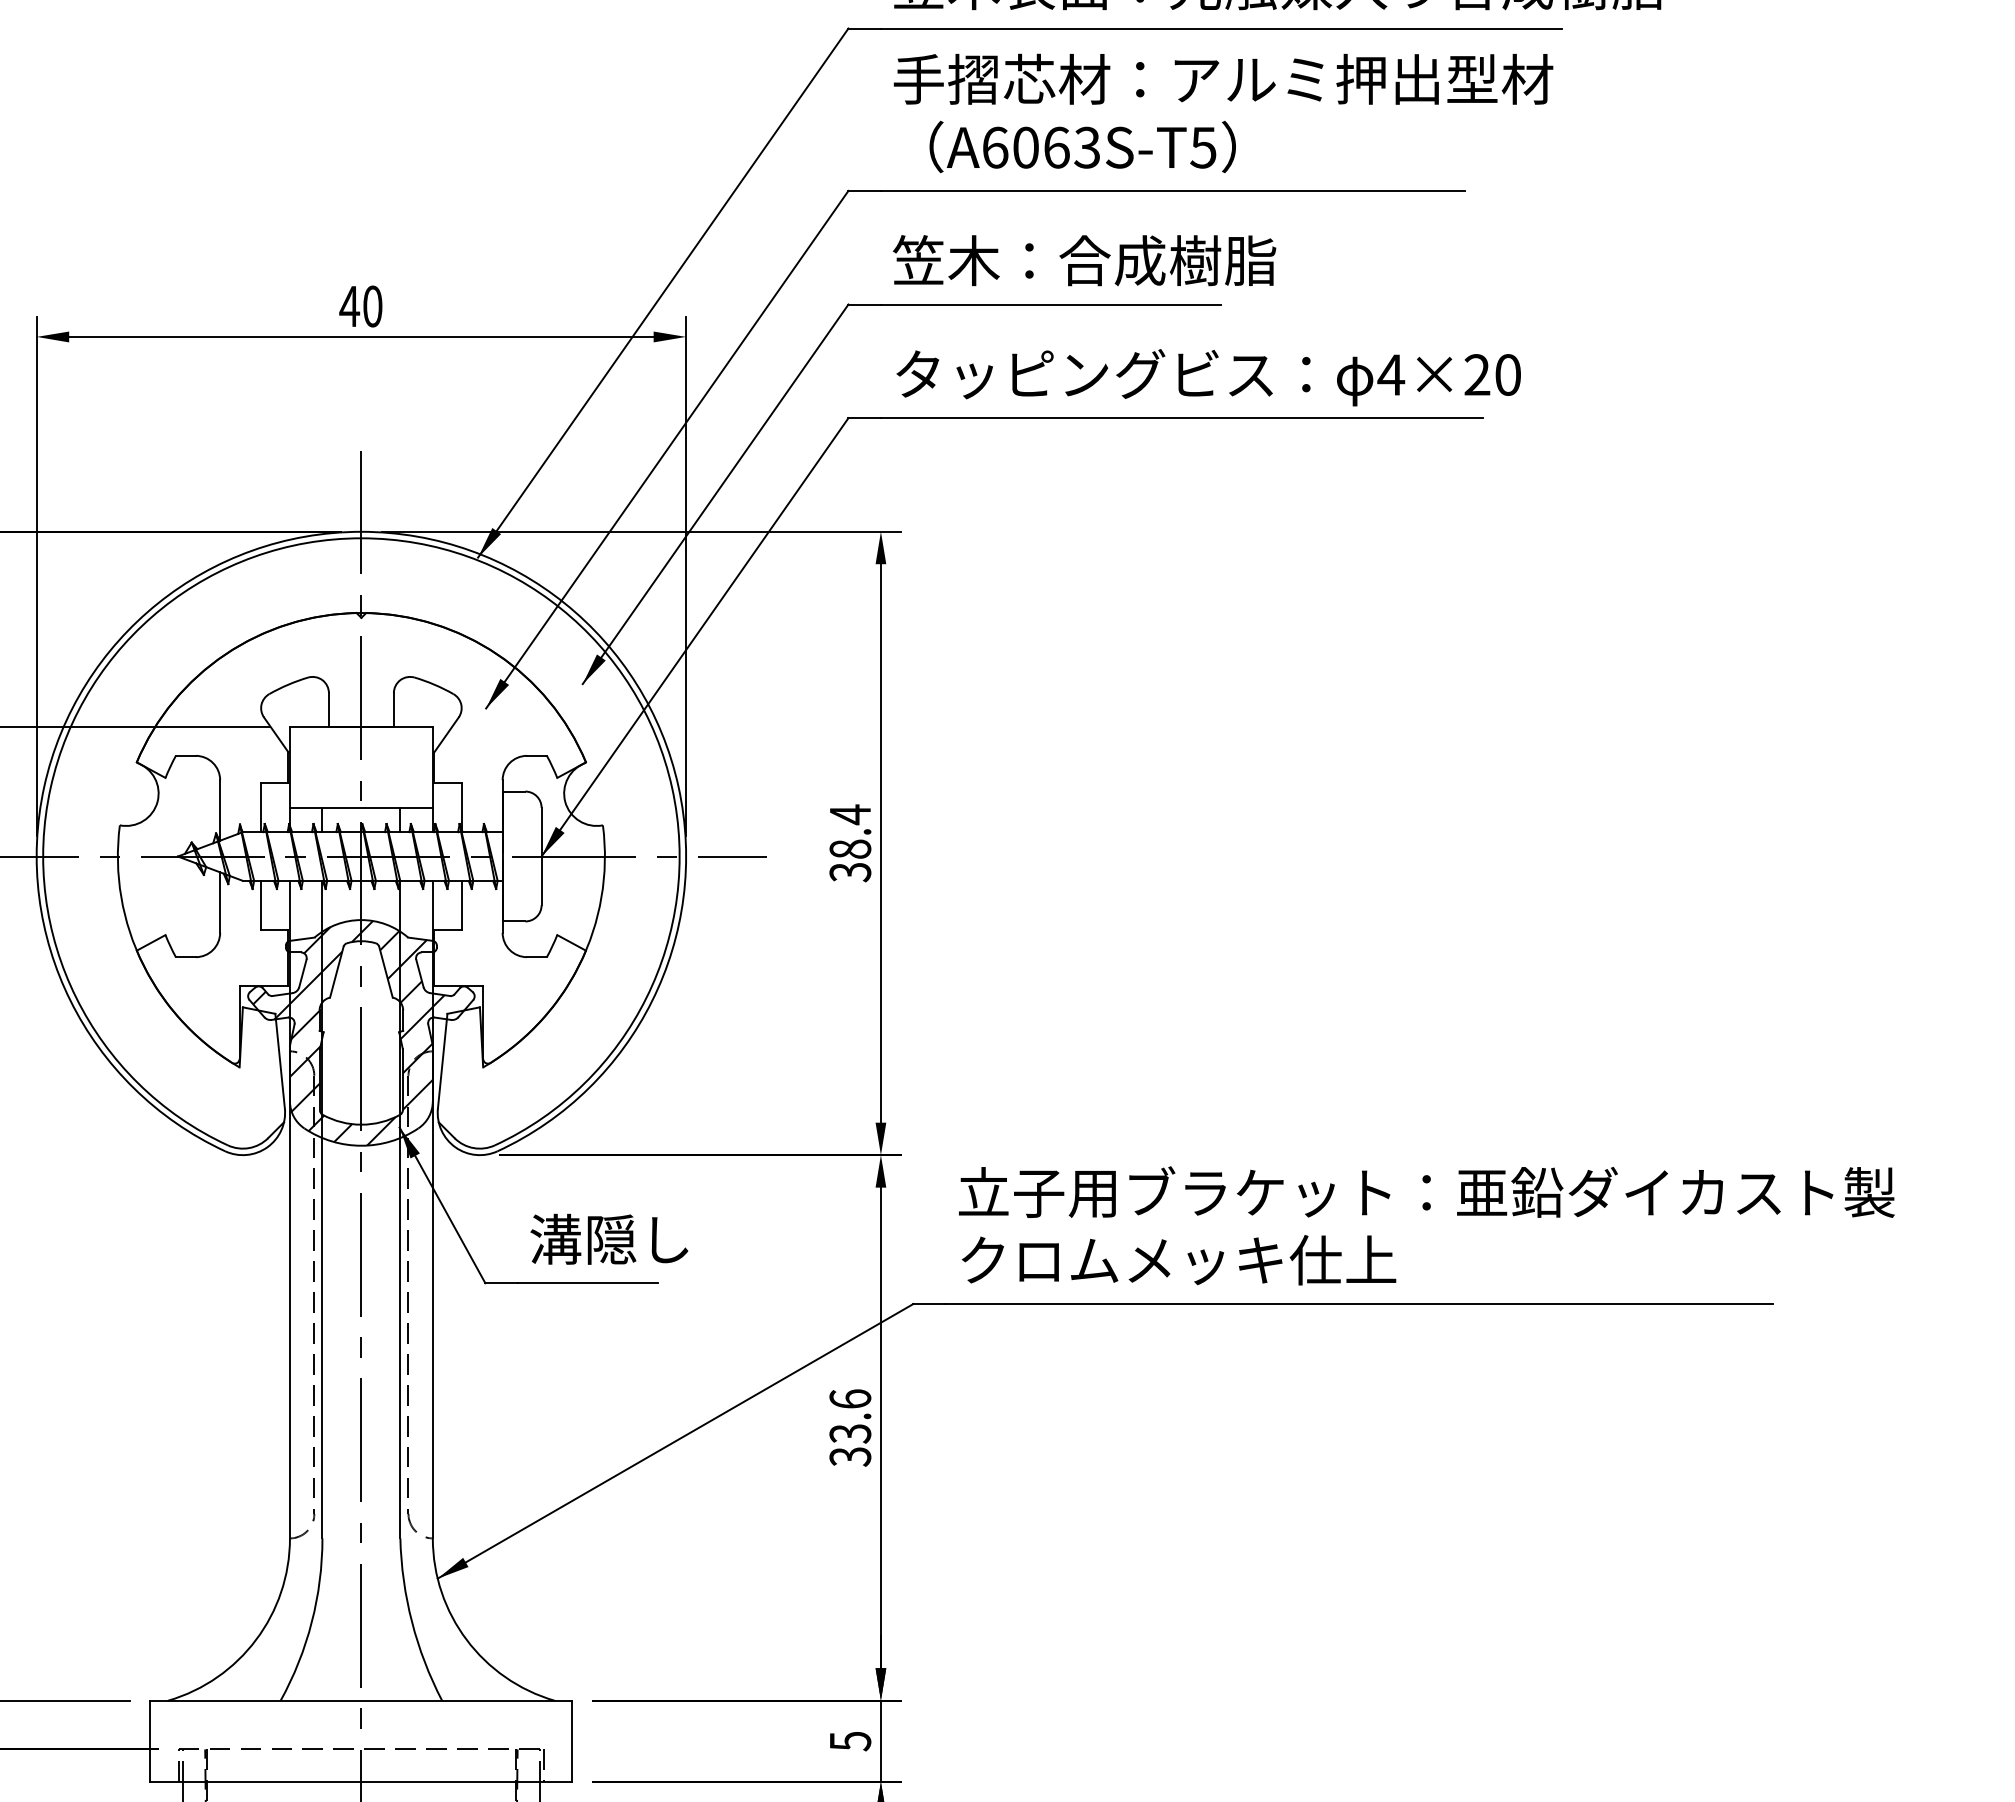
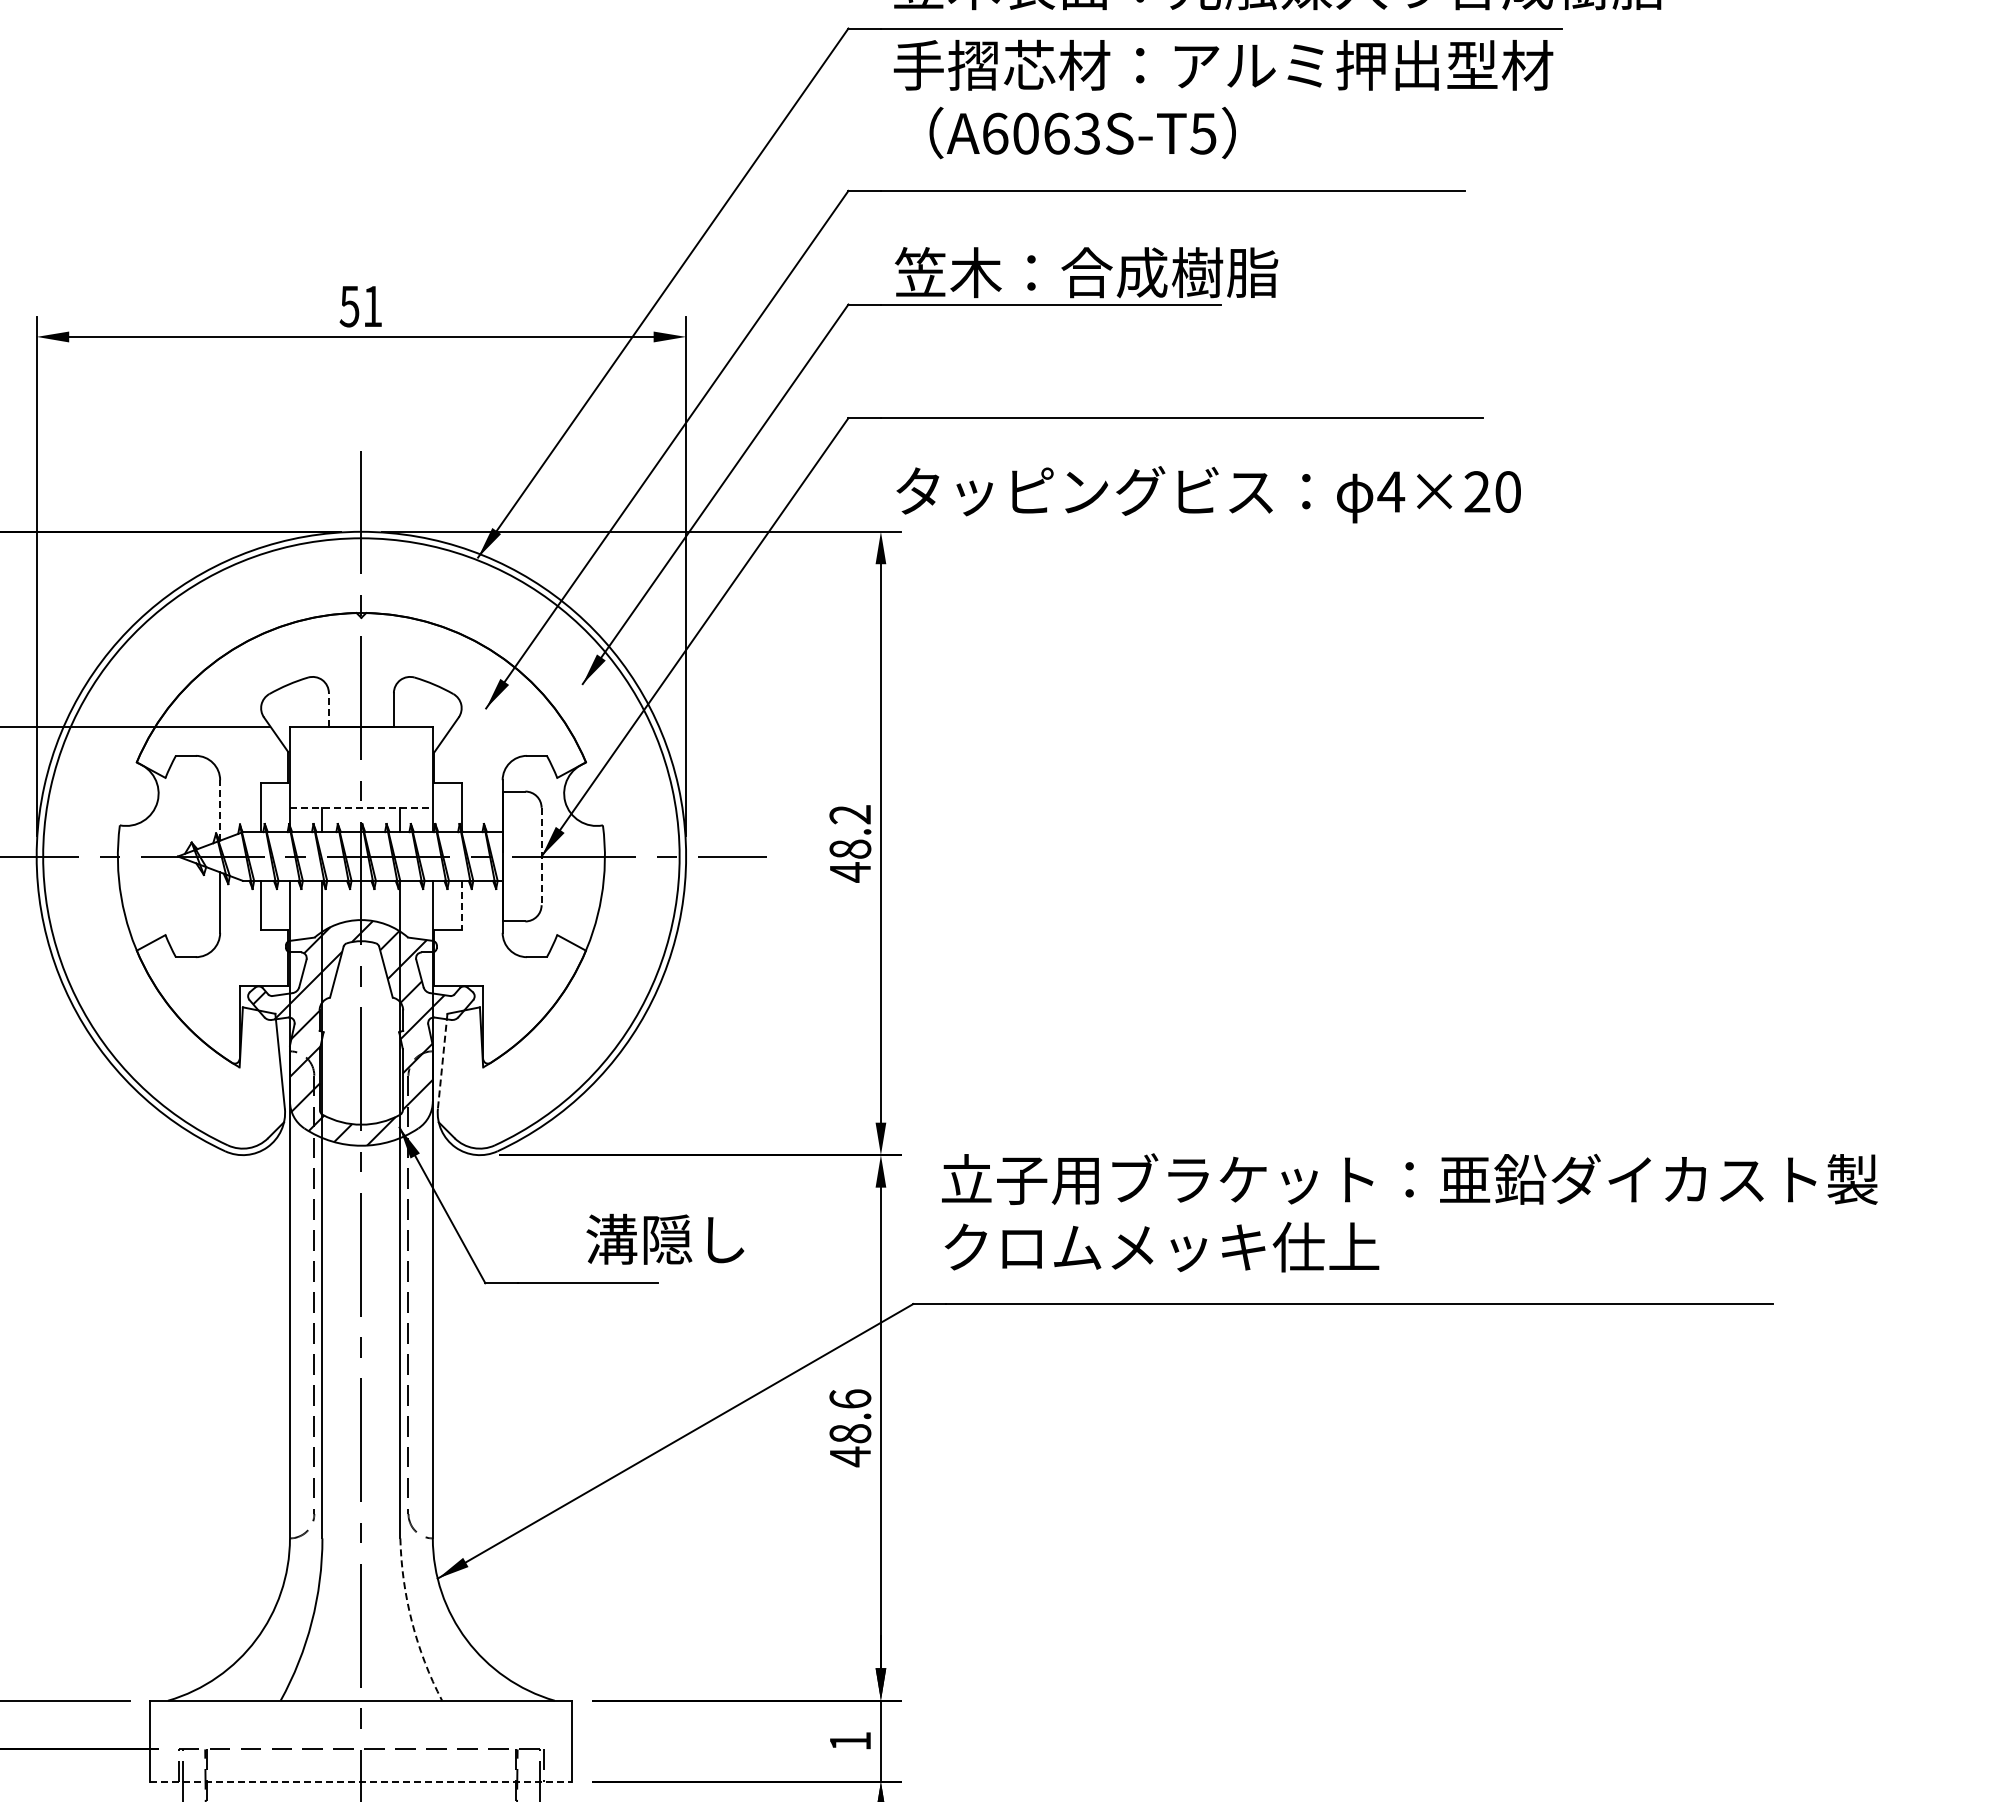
text at (1223, 113) position: (1223, 113) -> (1223, 99)
text at (1084, 260) position: (1084, 260) -> (1086, 272)
text at (360, 306): 40 -> 51
text at (1208, 377) position: (1208, 377) -> (1208, 494)
line at (328, 709): solid -> dashed
line at (361, 807): solid -> dashed
line at (220, 809): solid -> dashed
text at (850, 843): 38.4 -> 48.2
line at (541, 856): solid -> dashed
line at (462, 905): solid -> dashed
line at (442, 1061): solid -> dashed
text at (1426, 1225) position: (1426, 1225) -> (1409, 1212)
text at (609, 1238) position: (609, 1238) -> (665, 1238)
text at (850, 1445): 33.6 -> 48.6
arc at (412, 1621): solid -> dashed
text at (850, 1741): 5 -> 1
line at (361, 1781): solid -> dashed
